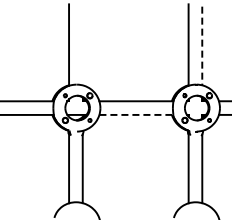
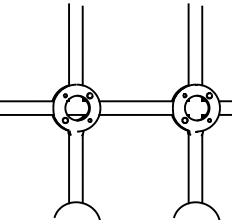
line at (82, 45): none -> present
line at (202, 46): dashed -> solid
line at (136, 114): dashed -> solid
